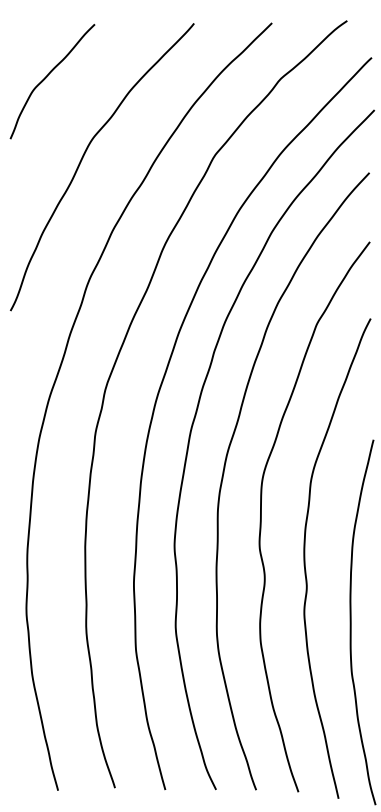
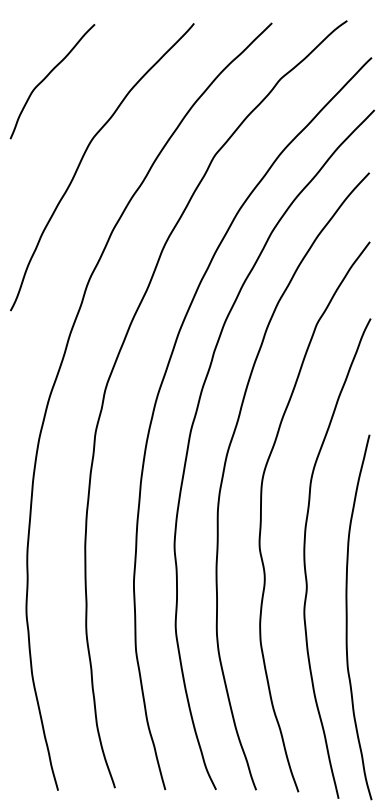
curve at (351, 622) position: (351, 622) -> (347, 617)
